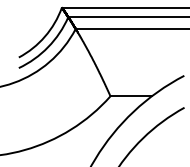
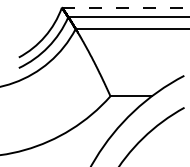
line at (125, 7): solid -> dashed
